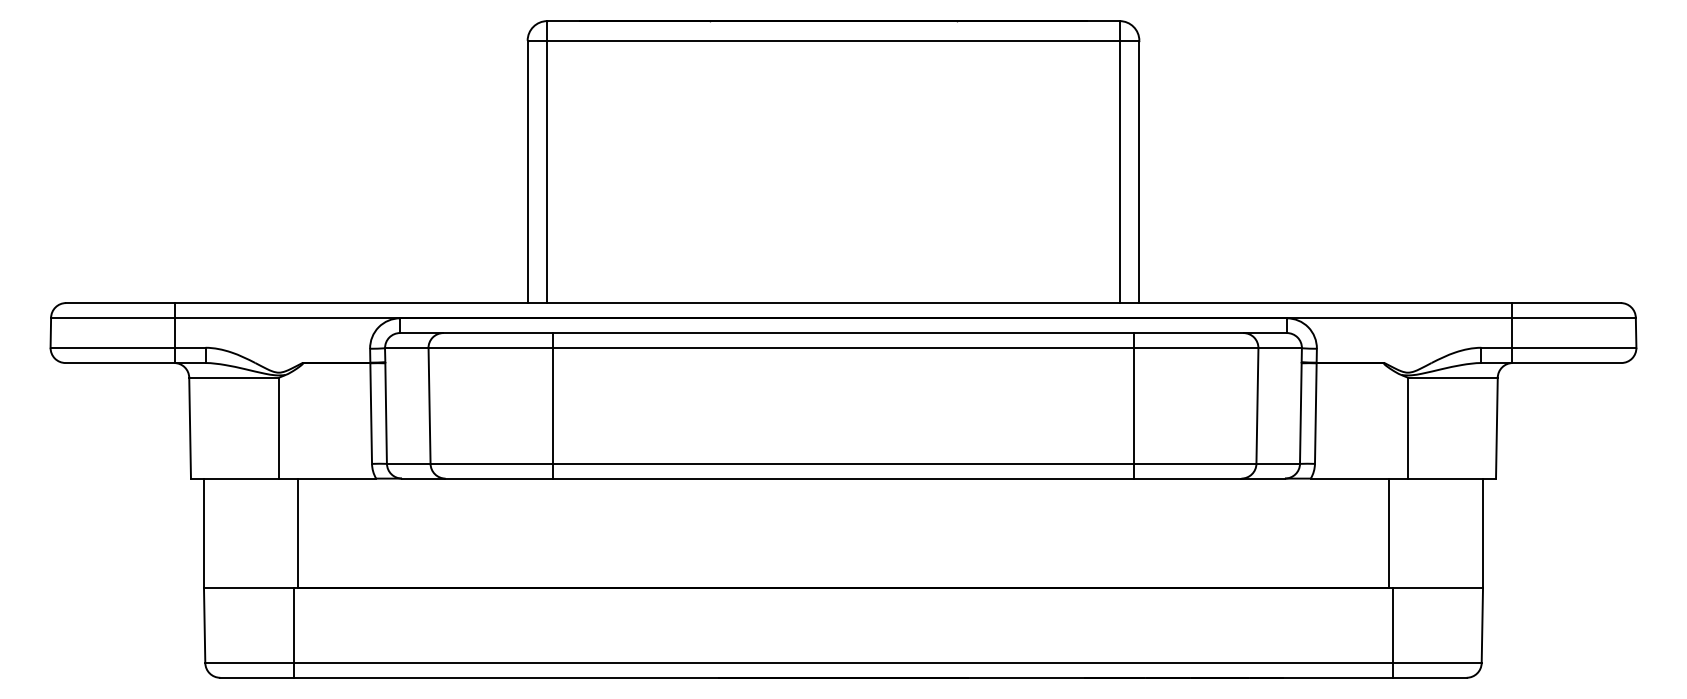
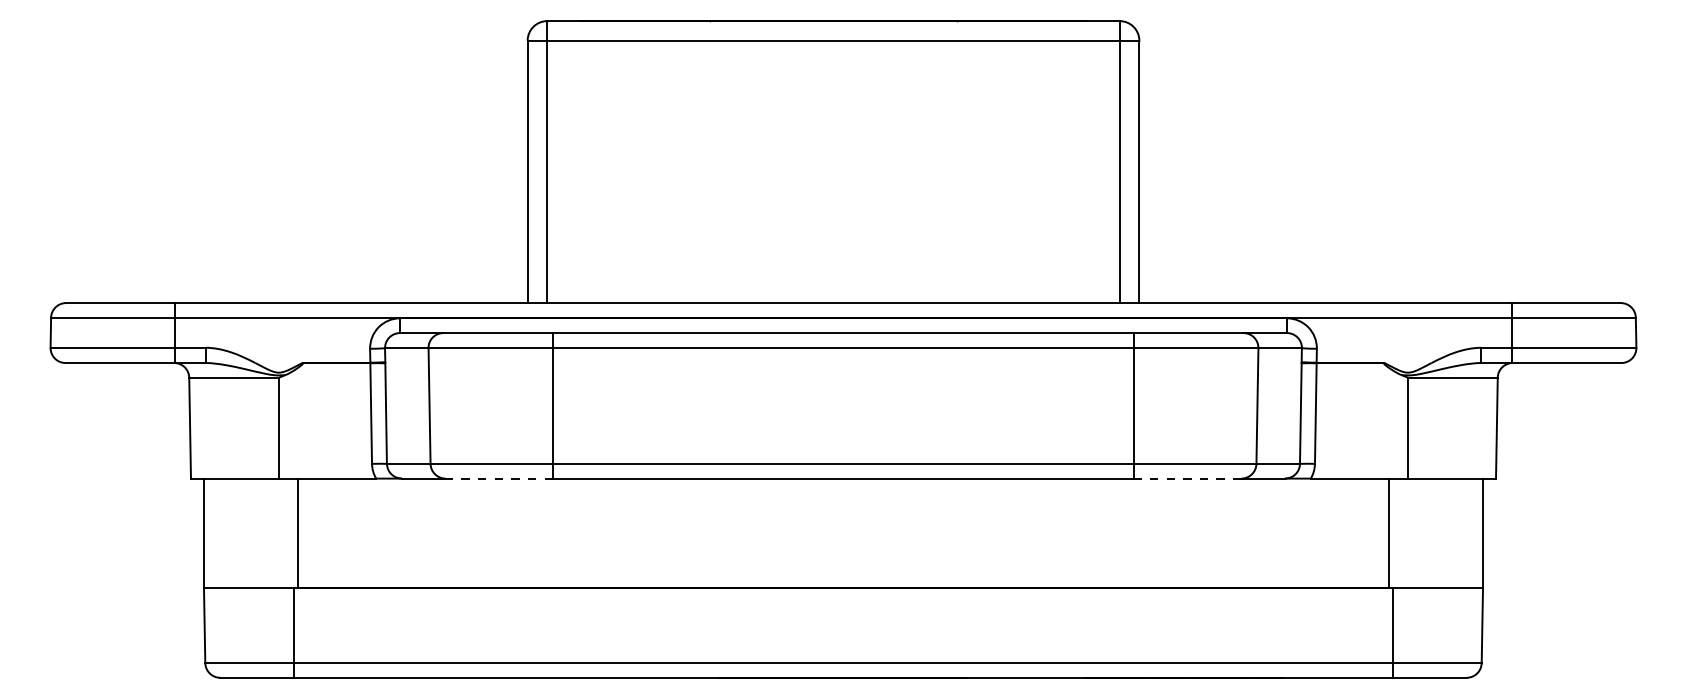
line at (499, 478): solid -> dashed
line at (1187, 478): solid -> dashed
